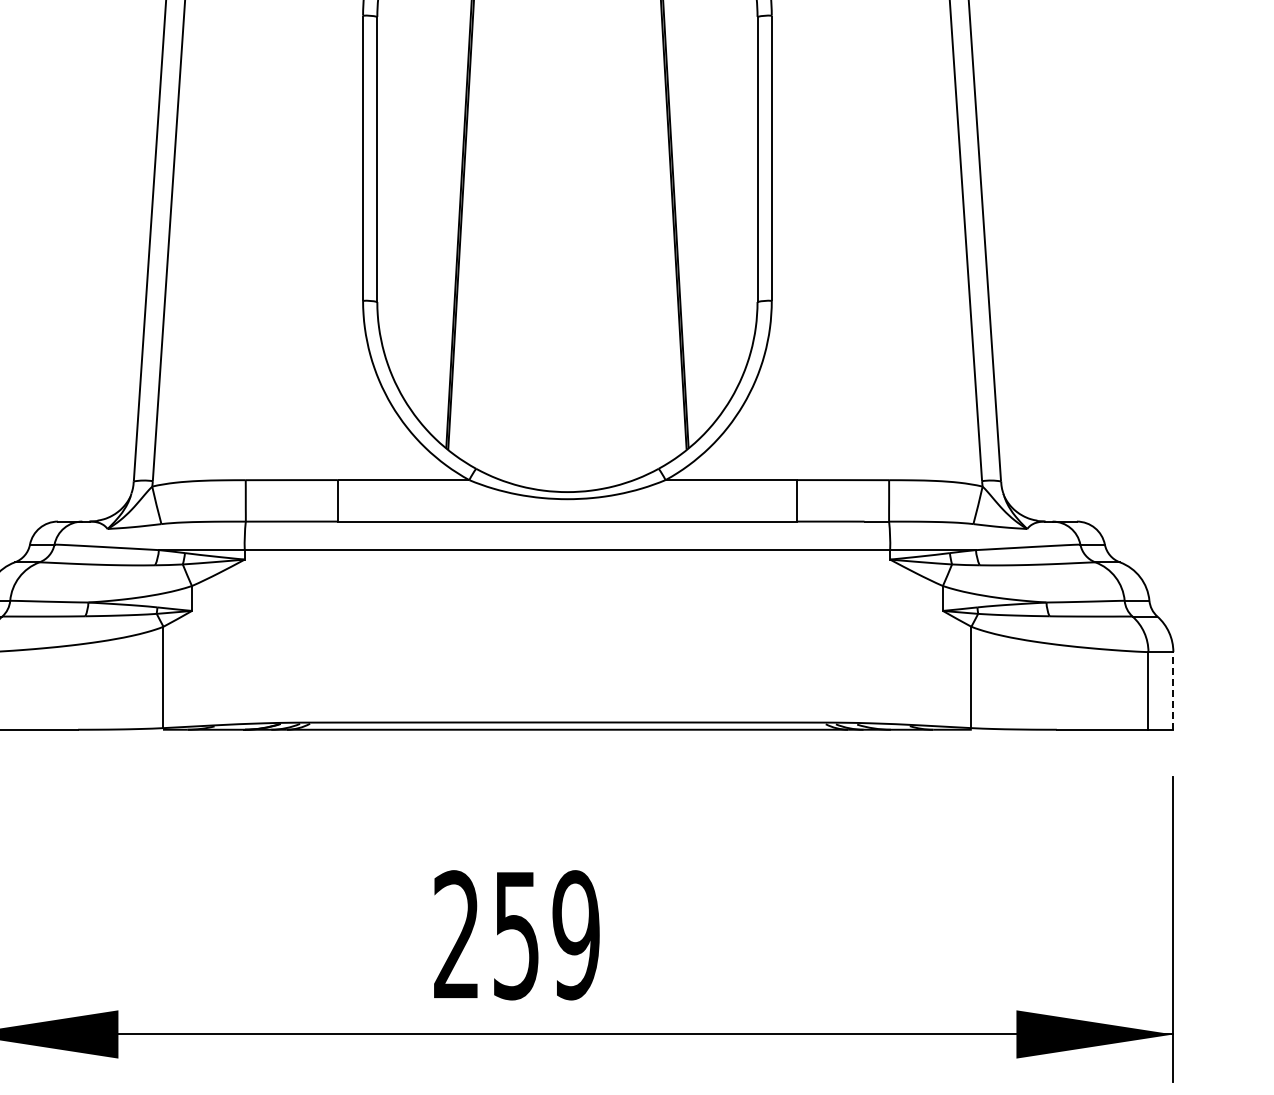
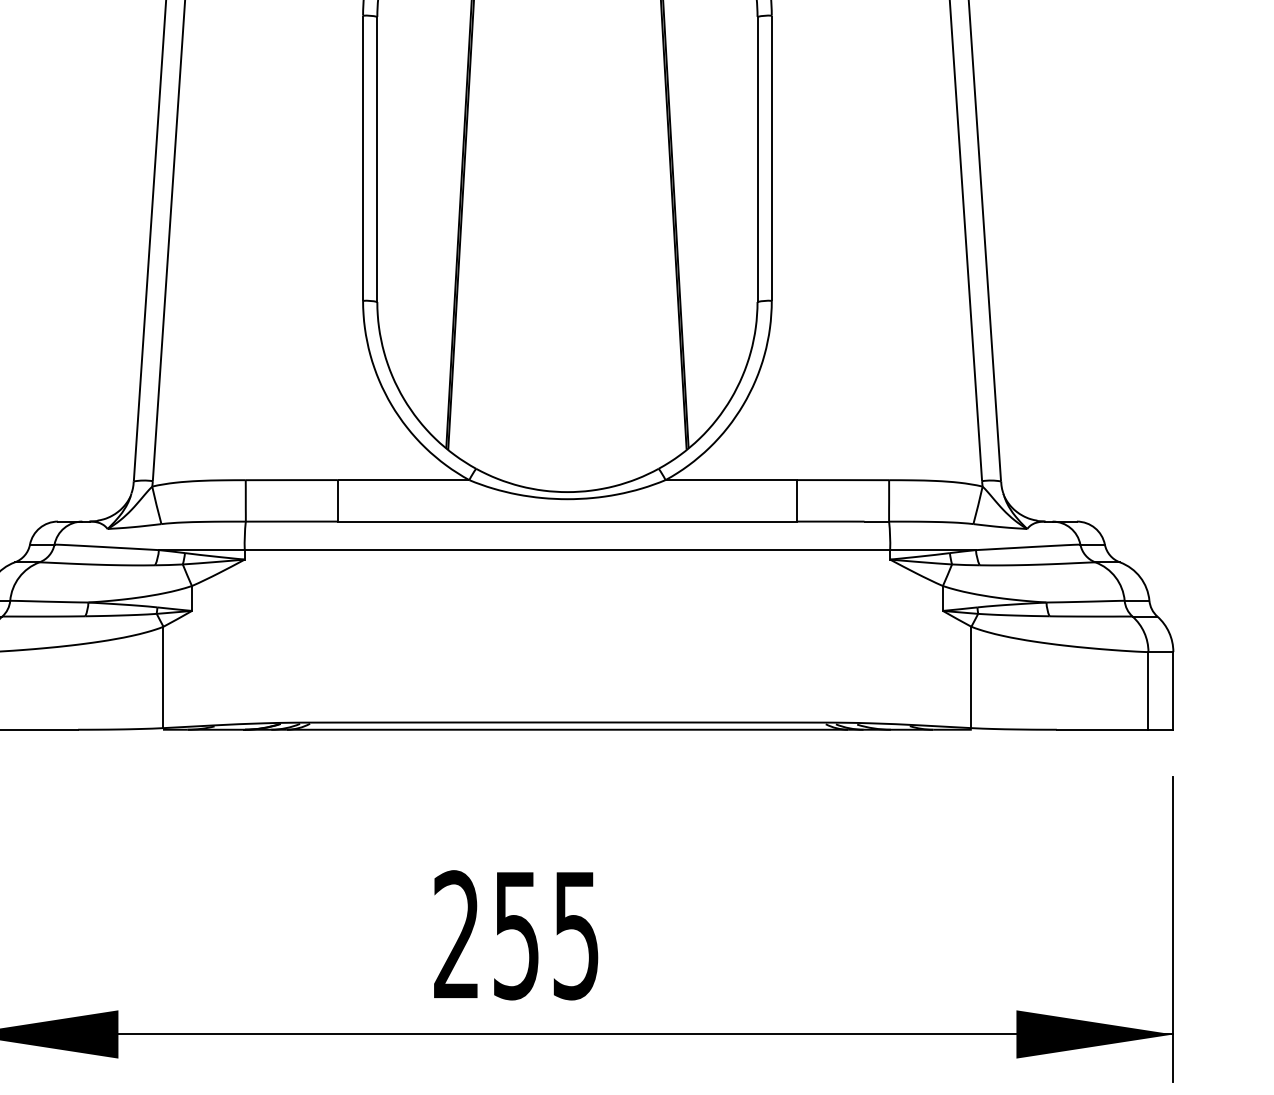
line at (1173, 690): dashed -> solid
text at (575, 935): 259 -> 255
